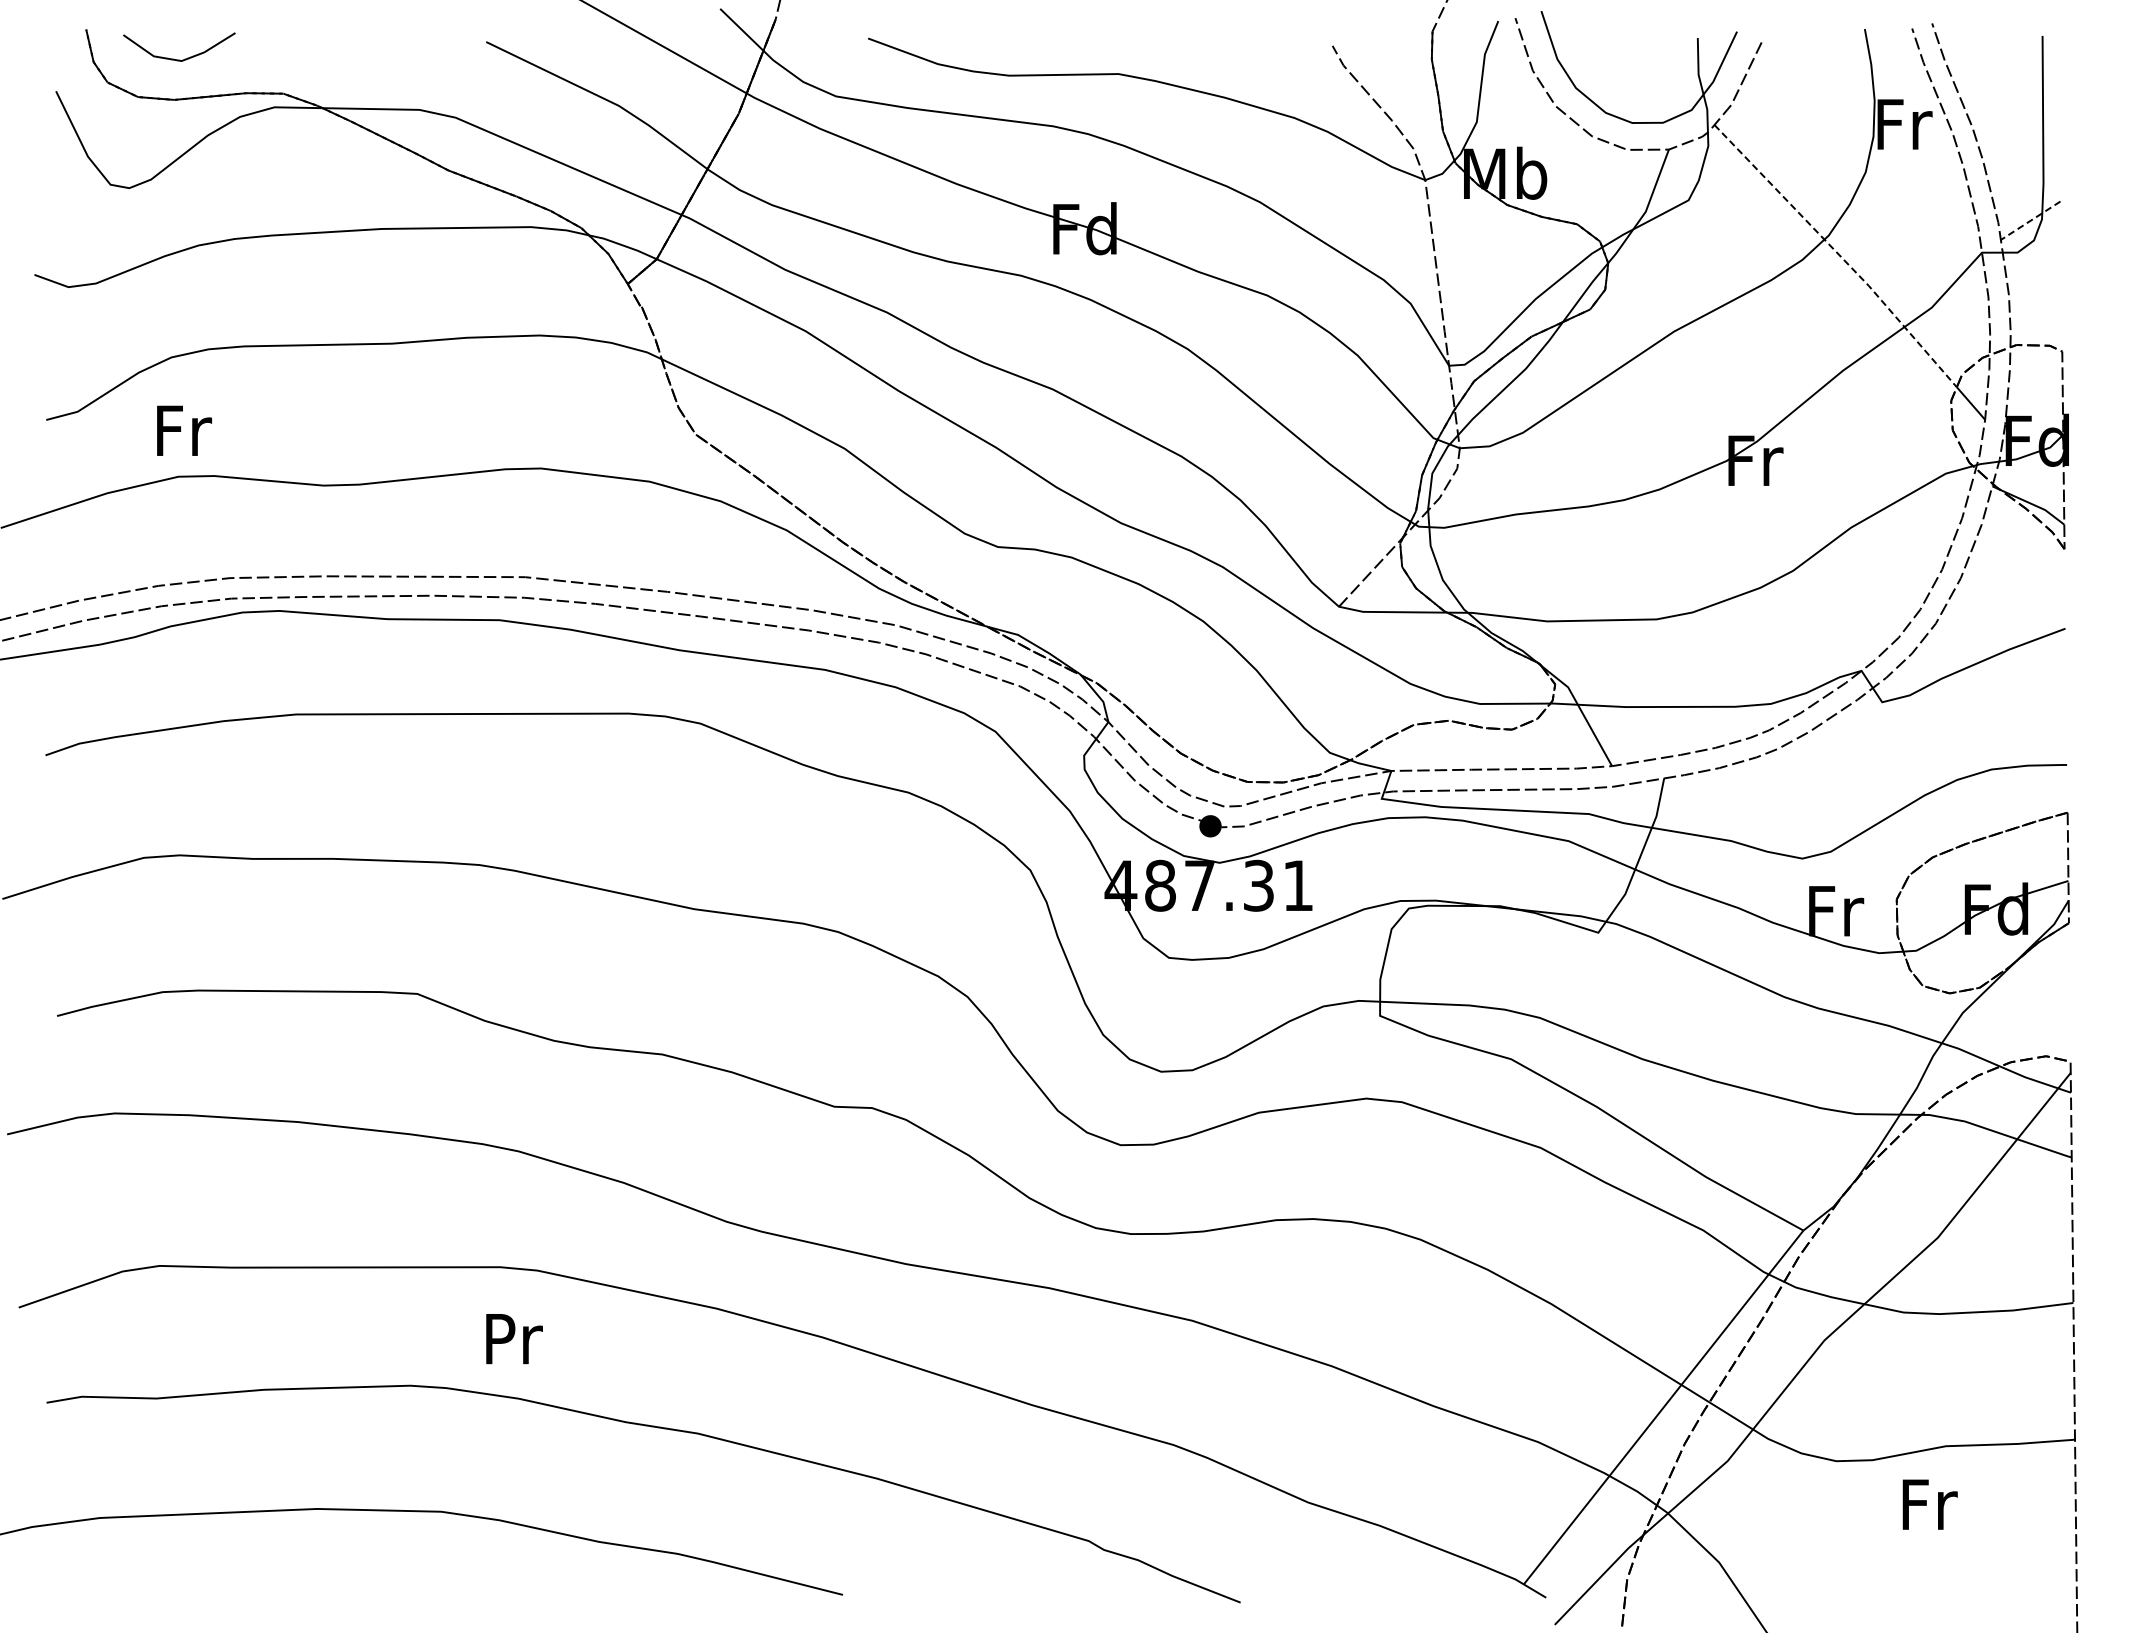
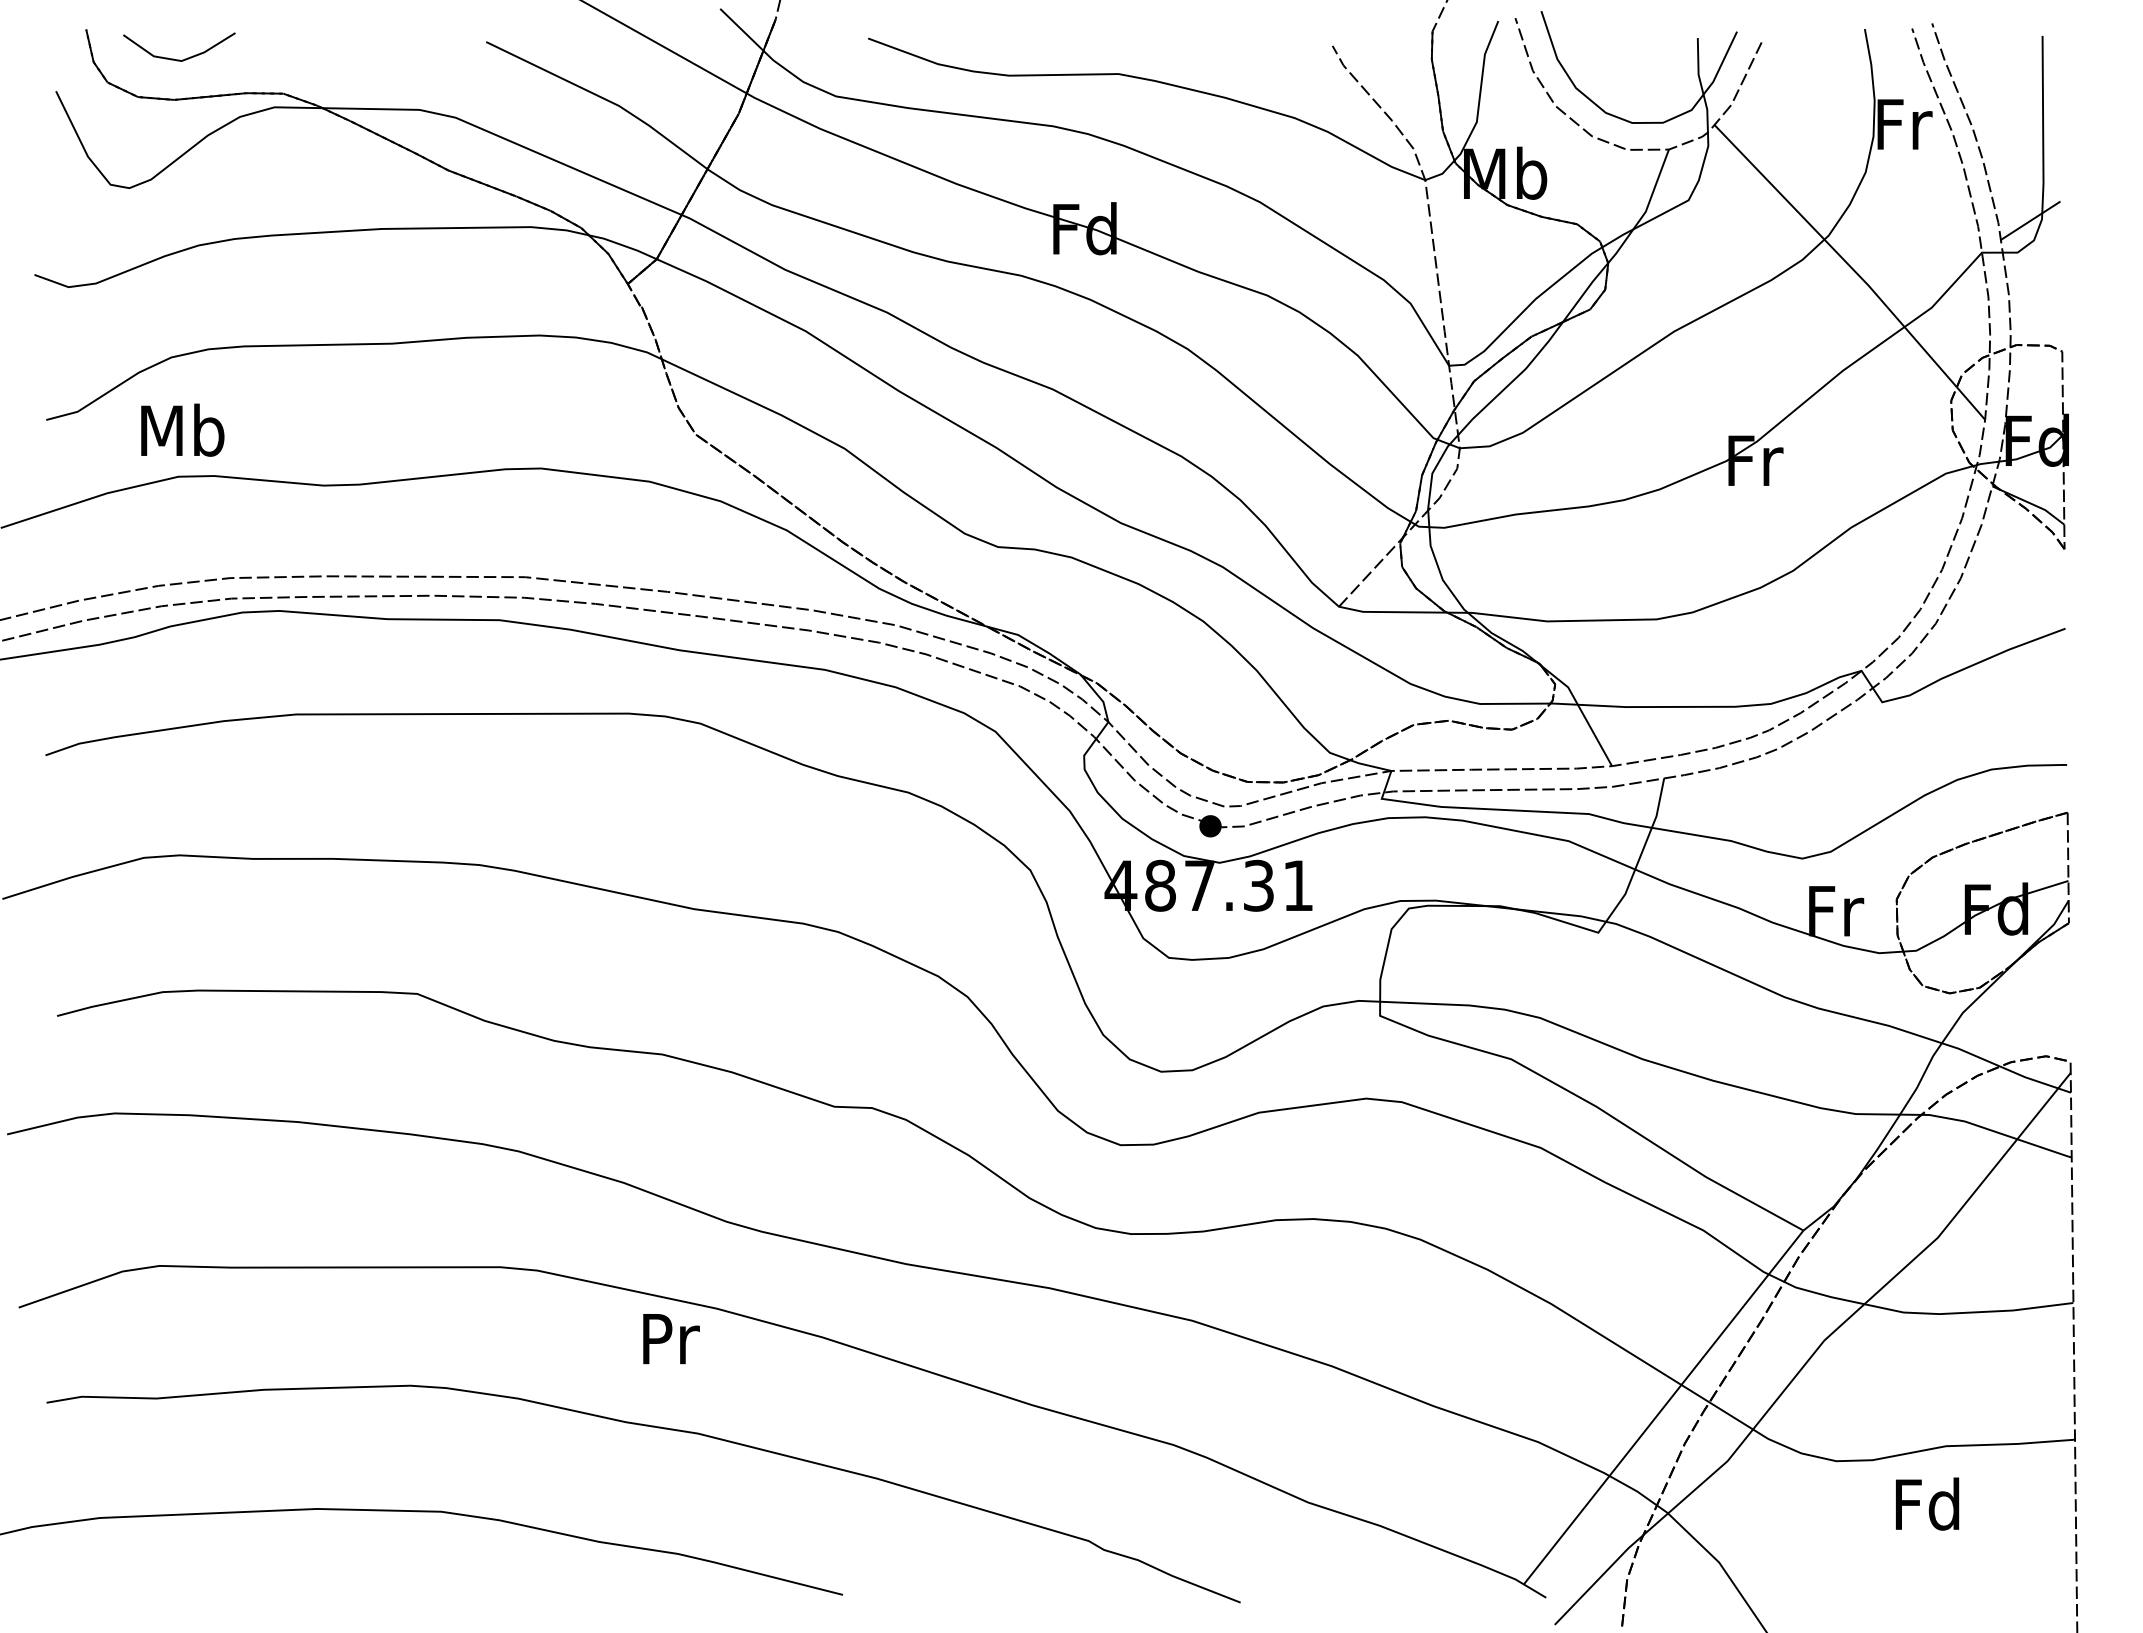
line at (2030, 221): dashed -> solid
line at (1838, 254): dashed -> solid
text at (182, 429): Fr -> Mb
text at (514, 1339) position: (514, 1339) -> (671, 1339)
text at (1927, 1503): Fr -> Fd
